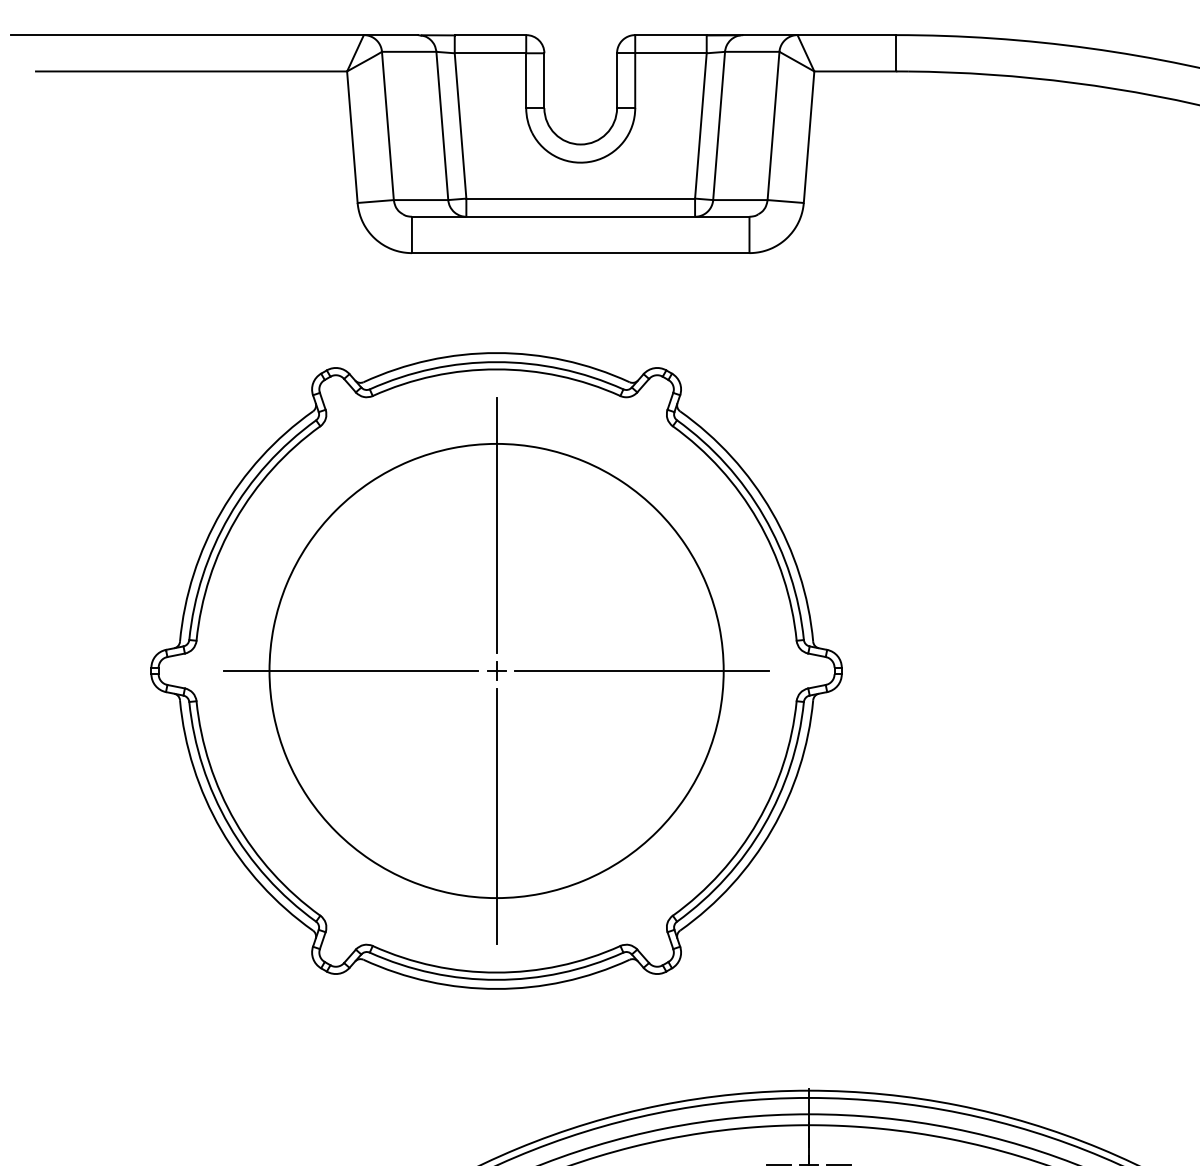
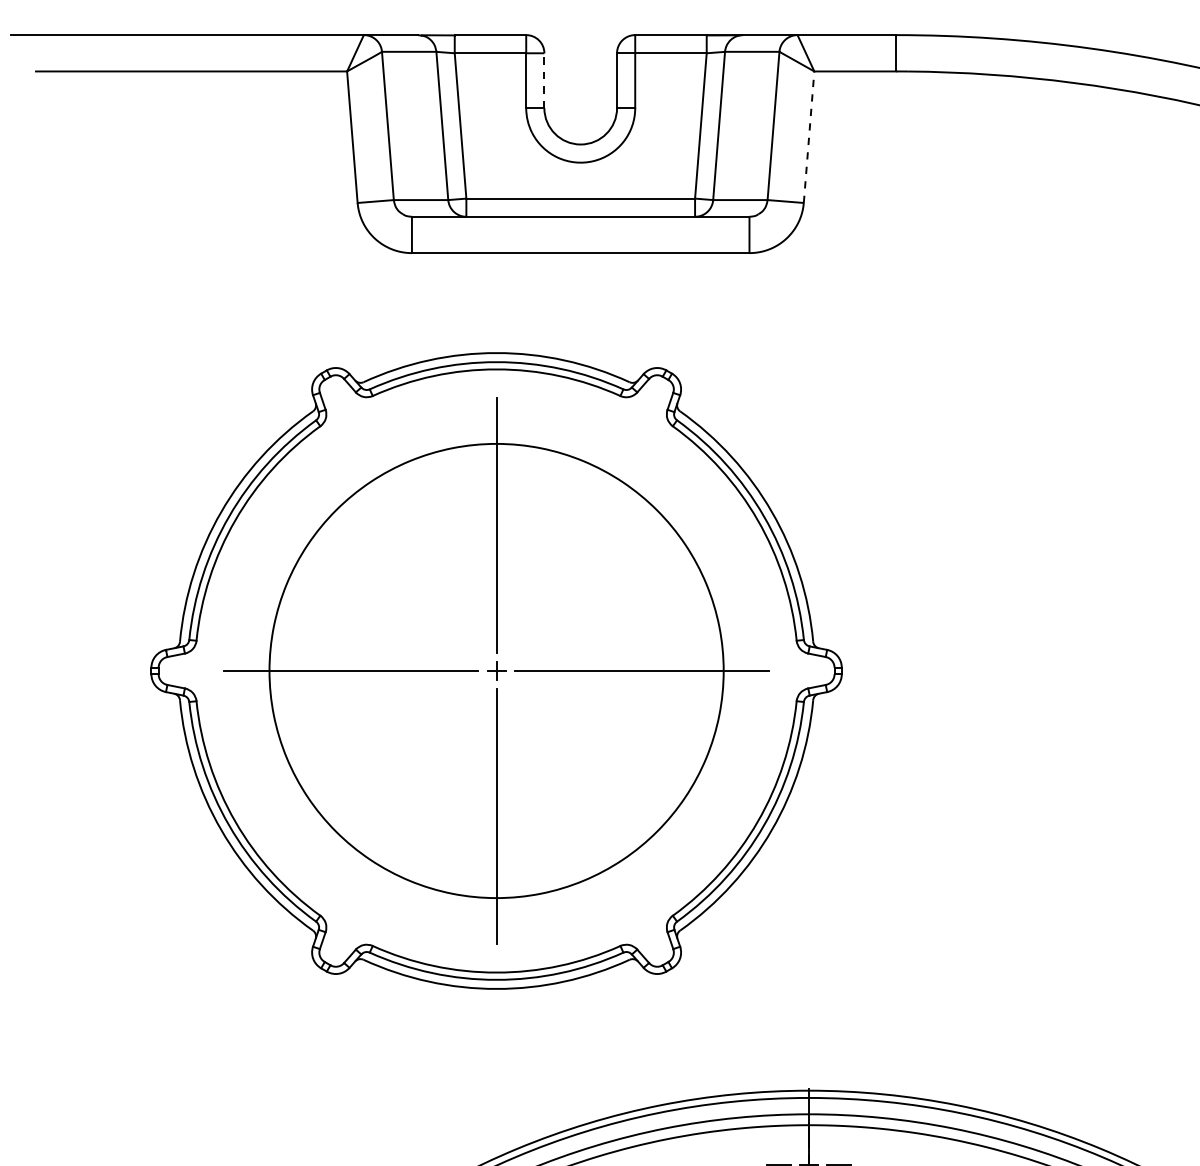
line at (544, 80): solid -> dashed
line at (809, 137): solid -> dashed
